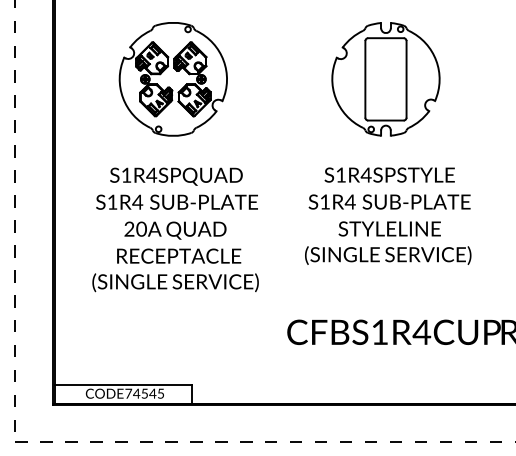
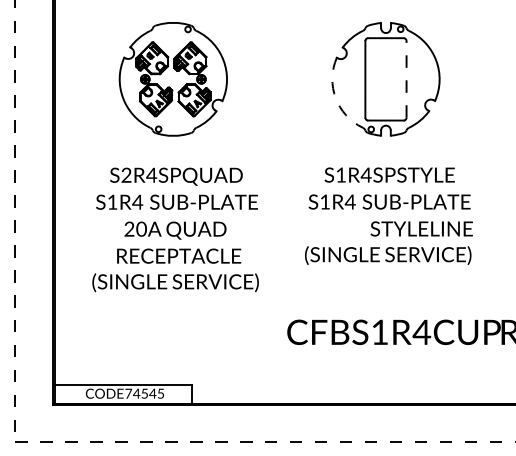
line at (406, 78): solid -> dashed
arc at (335, 98): solid -> dashed
text at (126, 174): S1R4SPQUAD -> S2R4SPQUAD
text at (389, 228) position: (389, 228) -> (421, 228)
